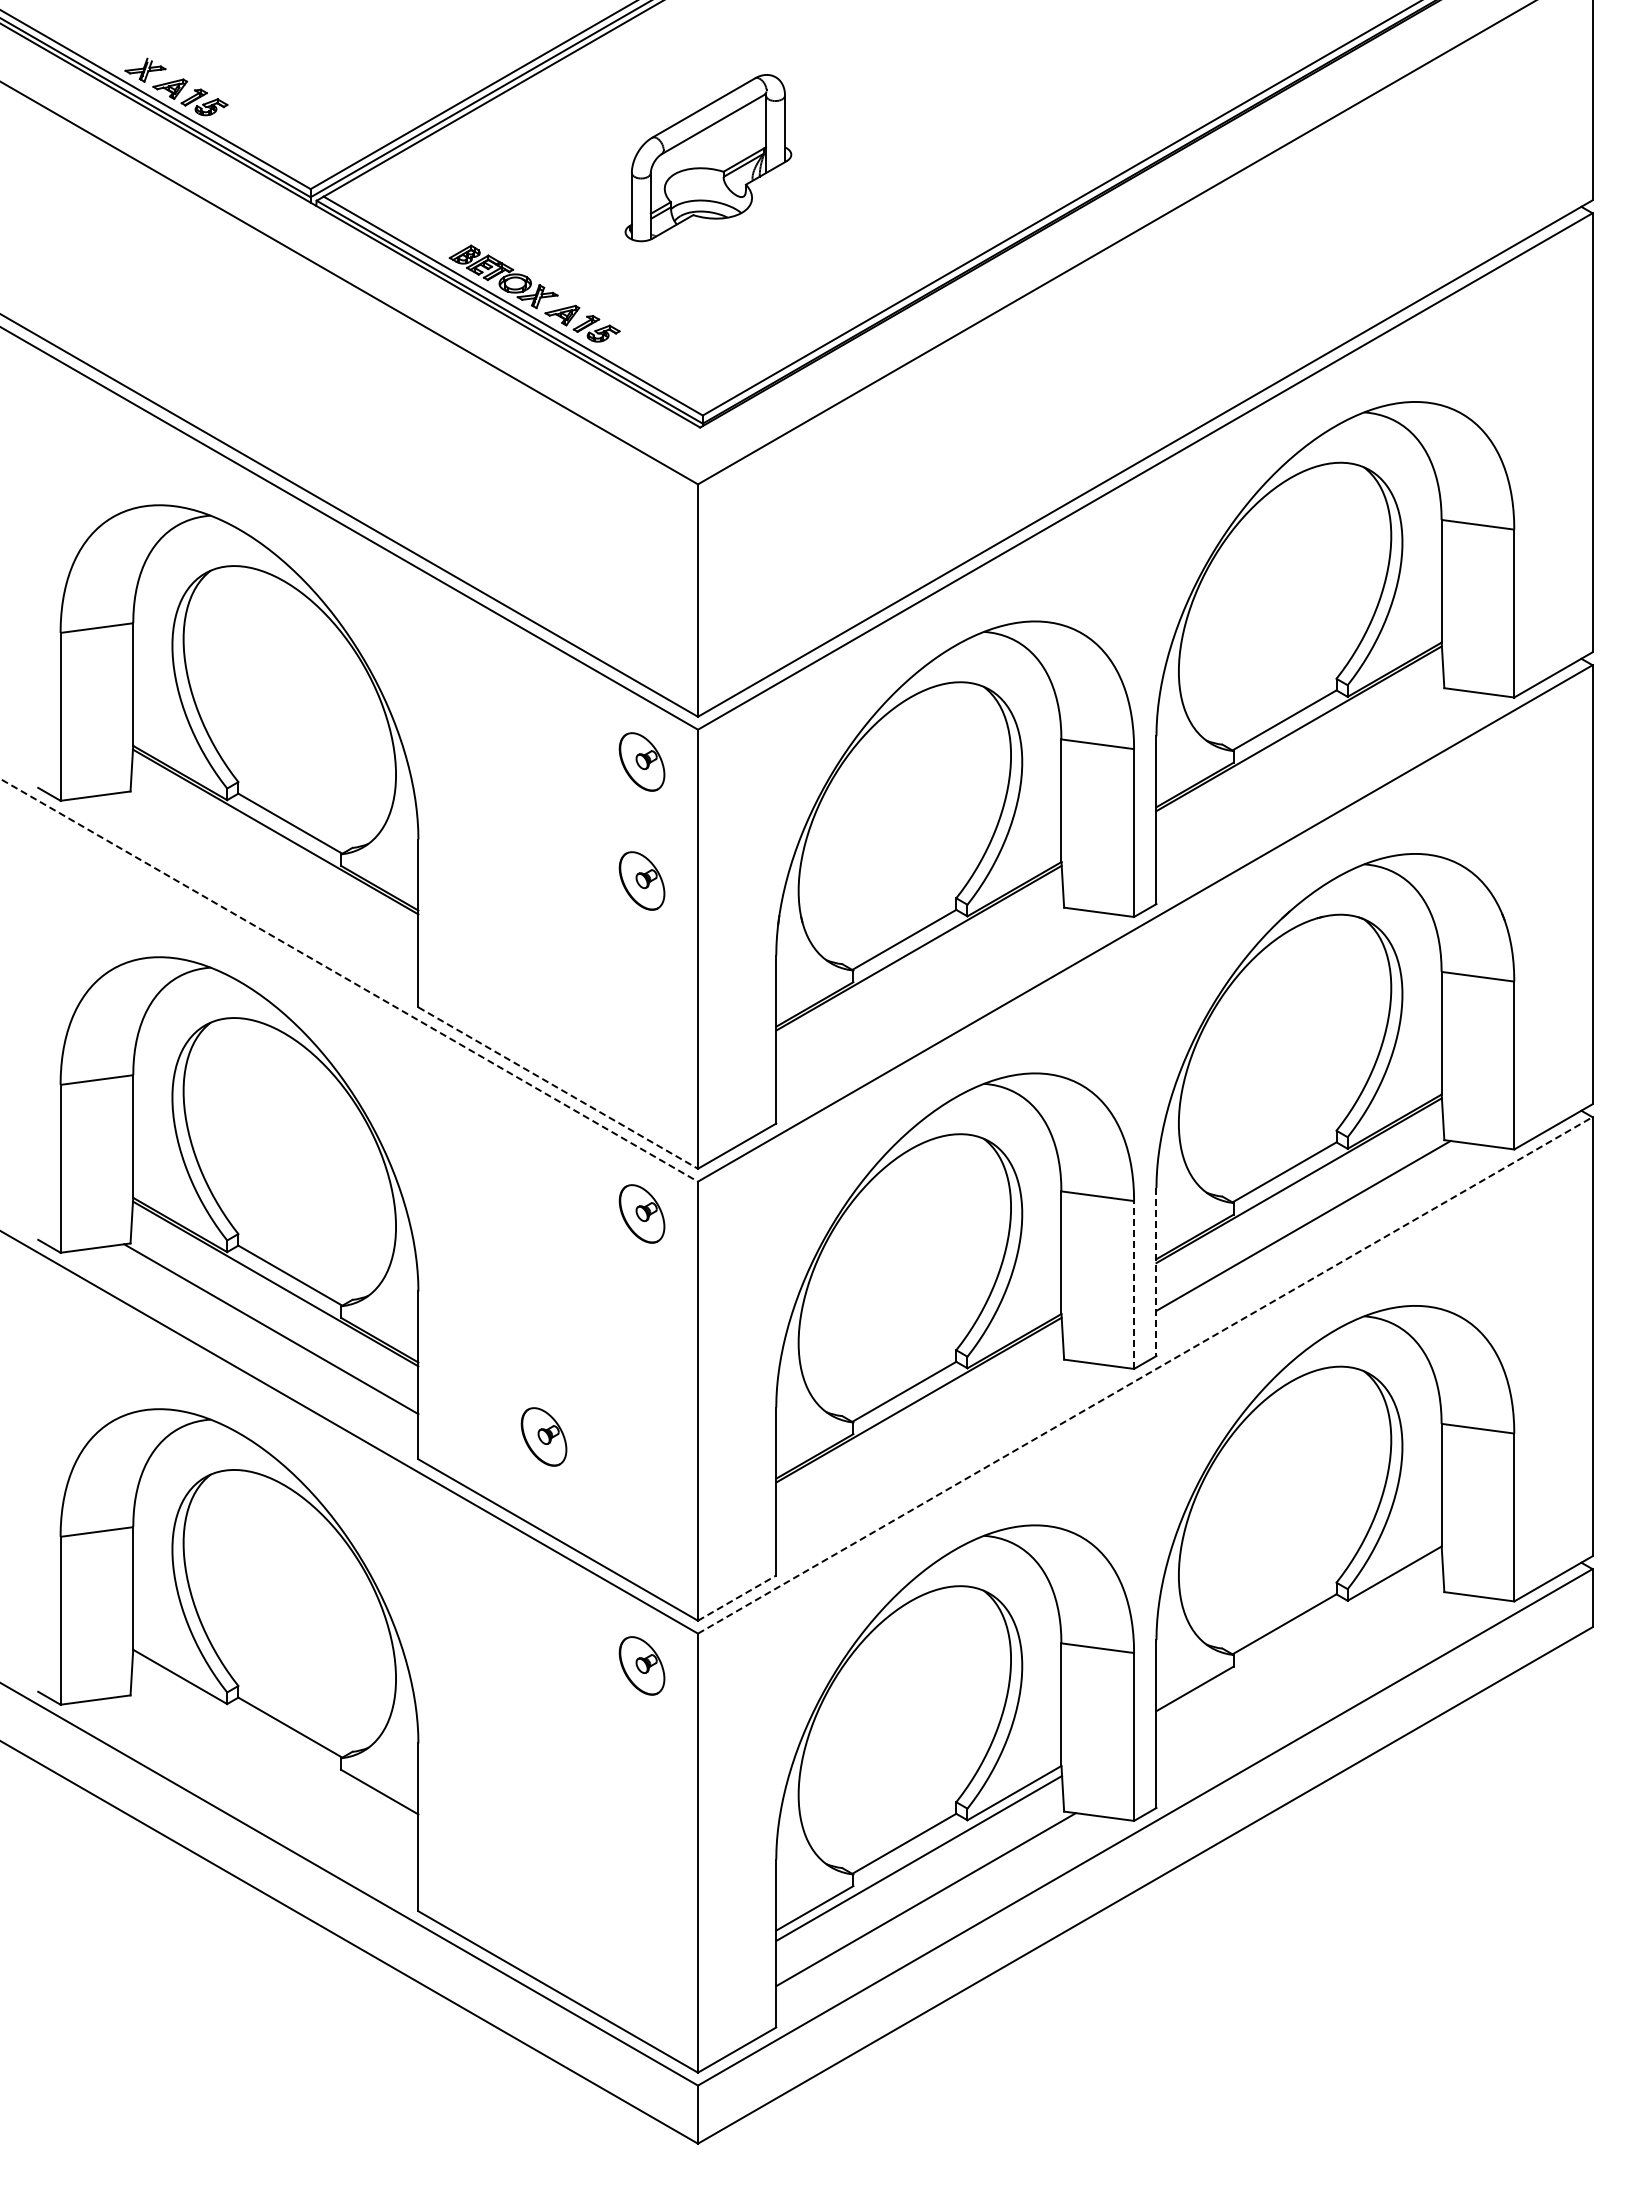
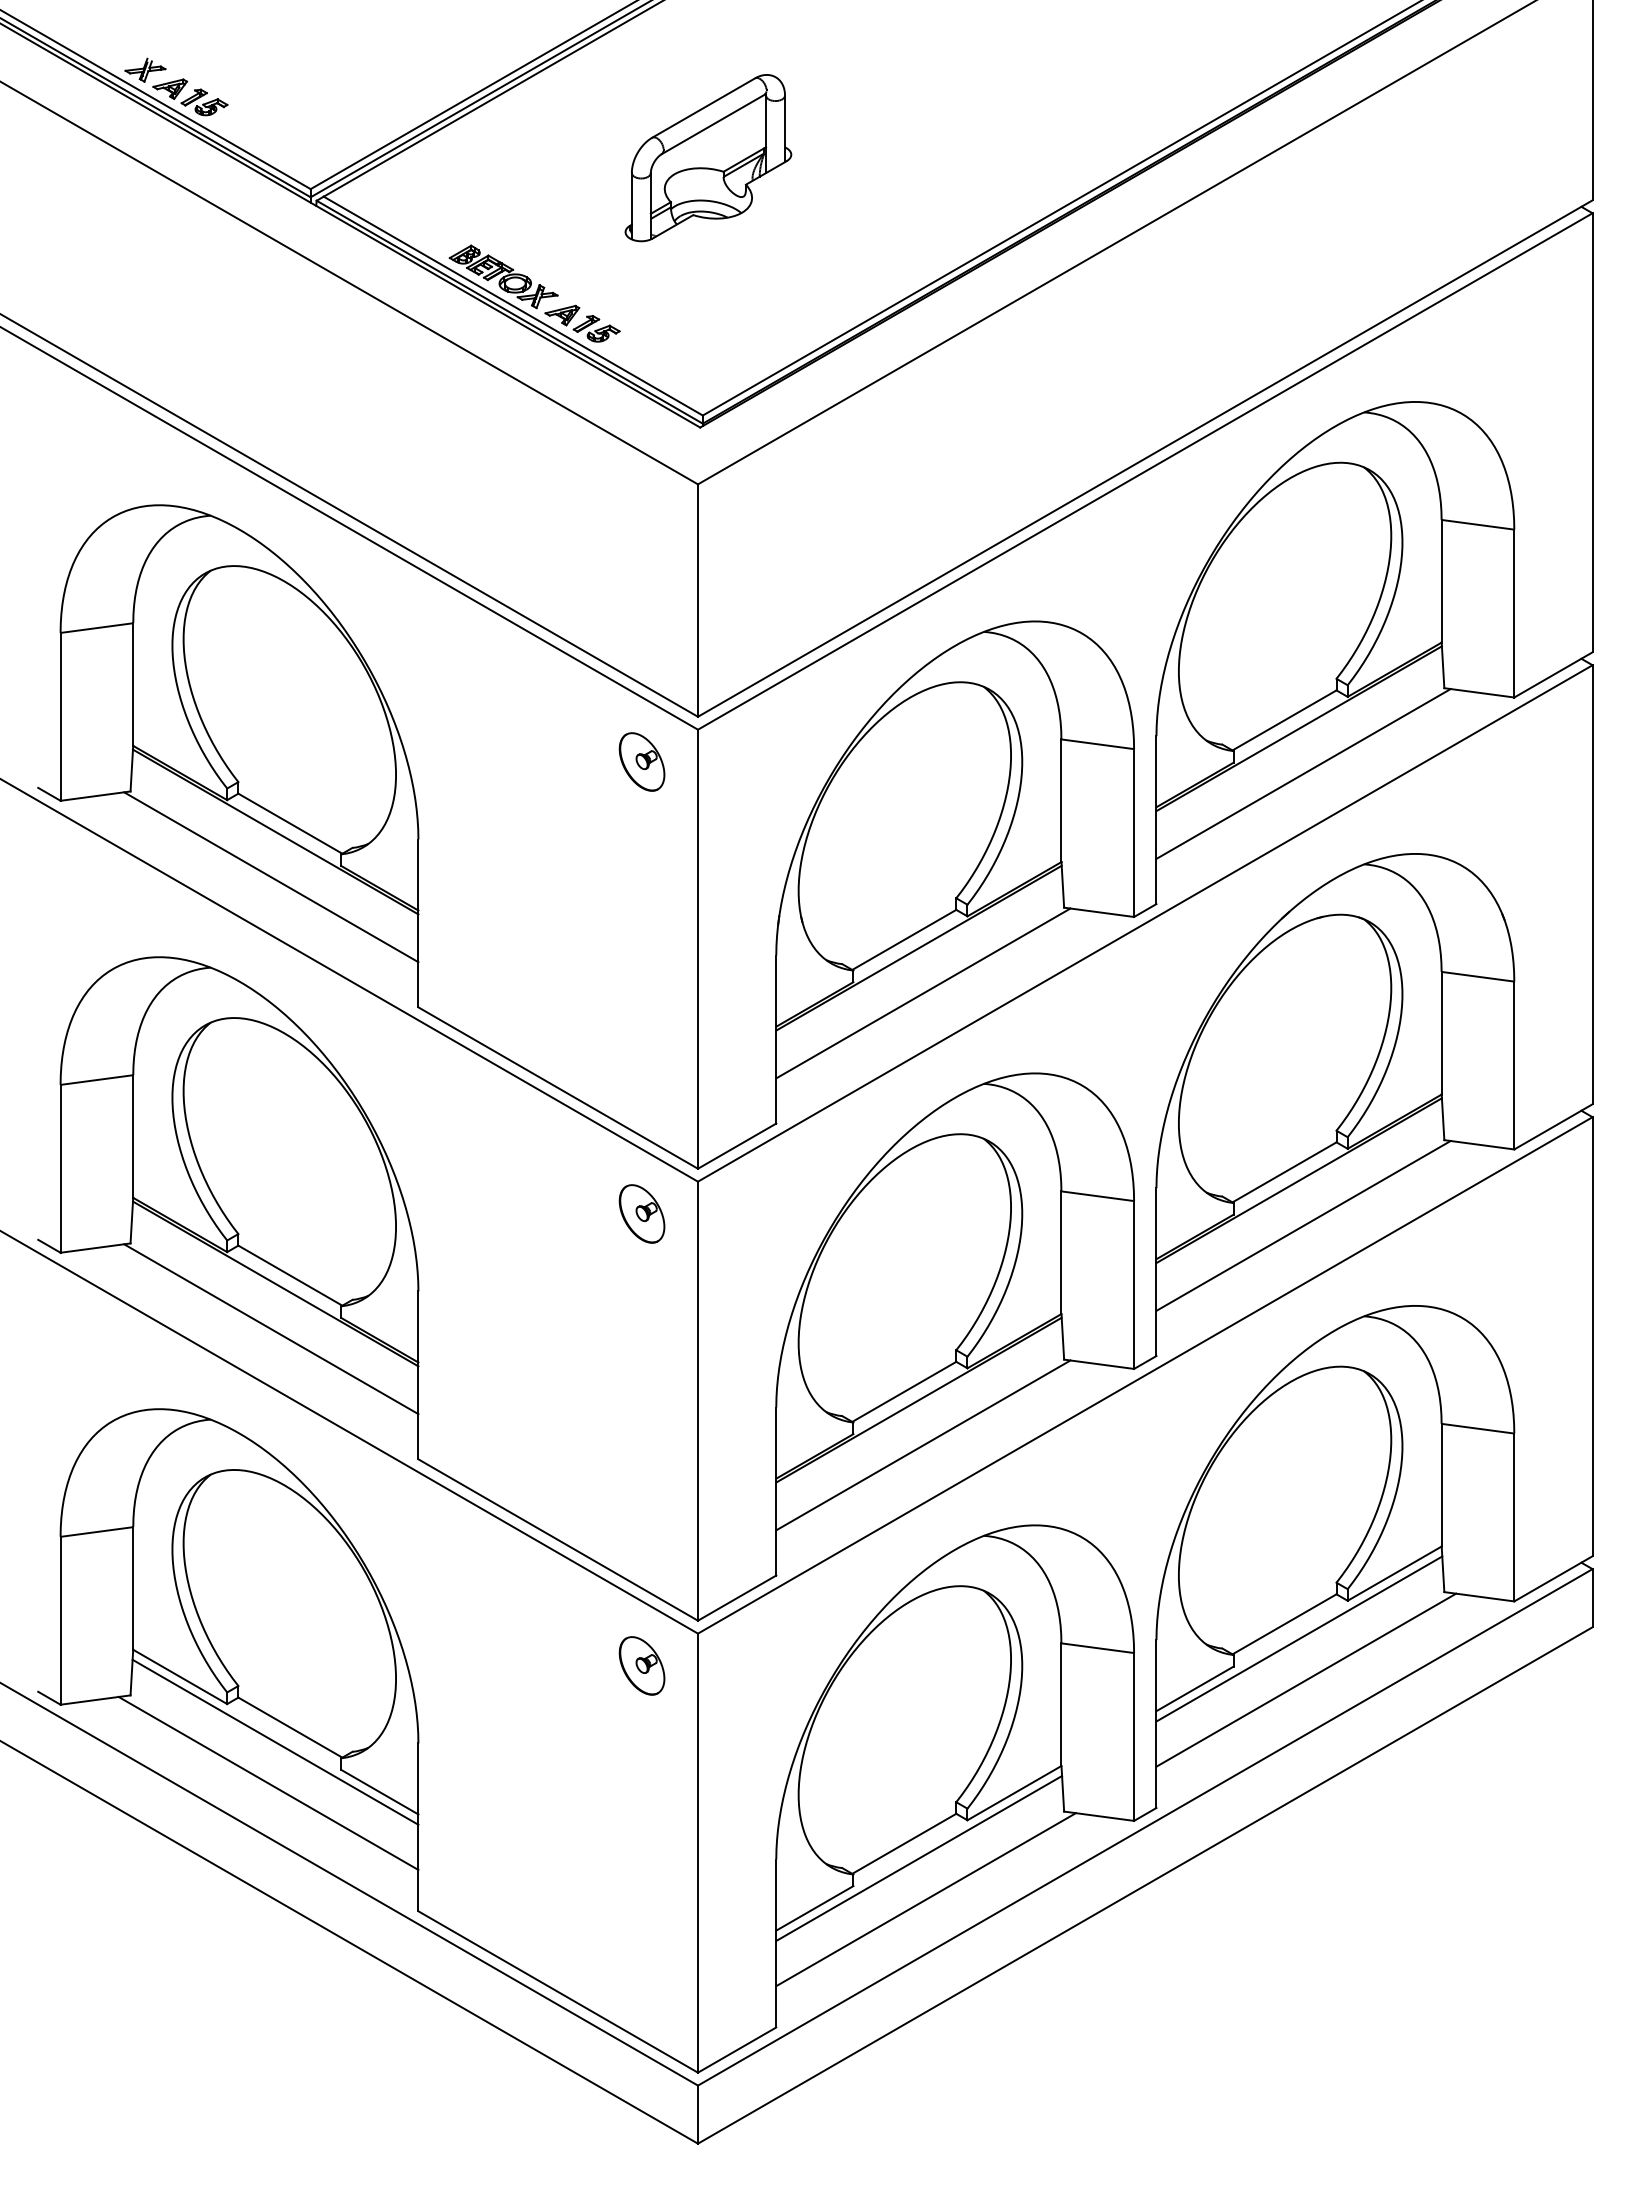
line at (1303, 773): none -> present
line at (271, 877): none -> present
part at (641, 880): present -> none
line at (349, 980): dashed -> solid
line at (923, 993): none -> present
line at (558, 1088): dashed -> solid
line at (1156, 1272): dashed -> solid
line at (1134, 1285): dashed -> solid
line at (1145, 1375): dashed -> solid
part at (543, 1436): present -> none
line at (923, 1445): none -> present
line at (737, 1597): dashed -> solid
line at (1299, 1638): none -> present
line at (1306, 1679): none -> present
line at (275, 1741): none -> present
line at (268, 1782): none -> present
